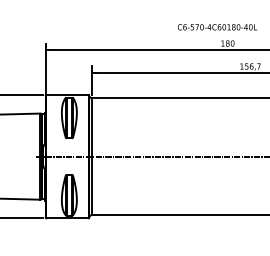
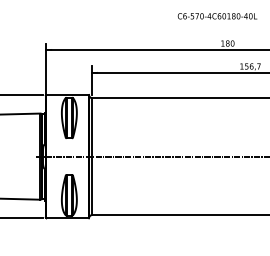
text at (217, 27) position: (217, 27) -> (217, 16)
